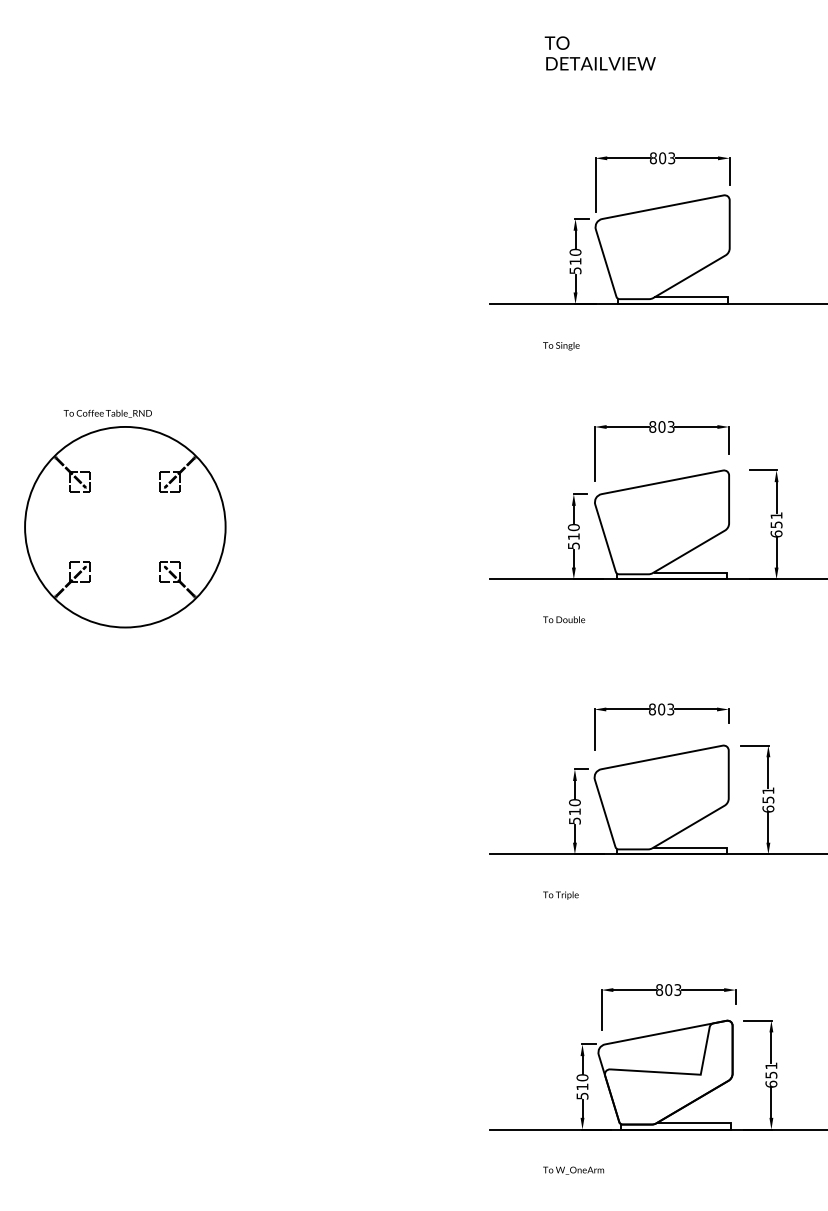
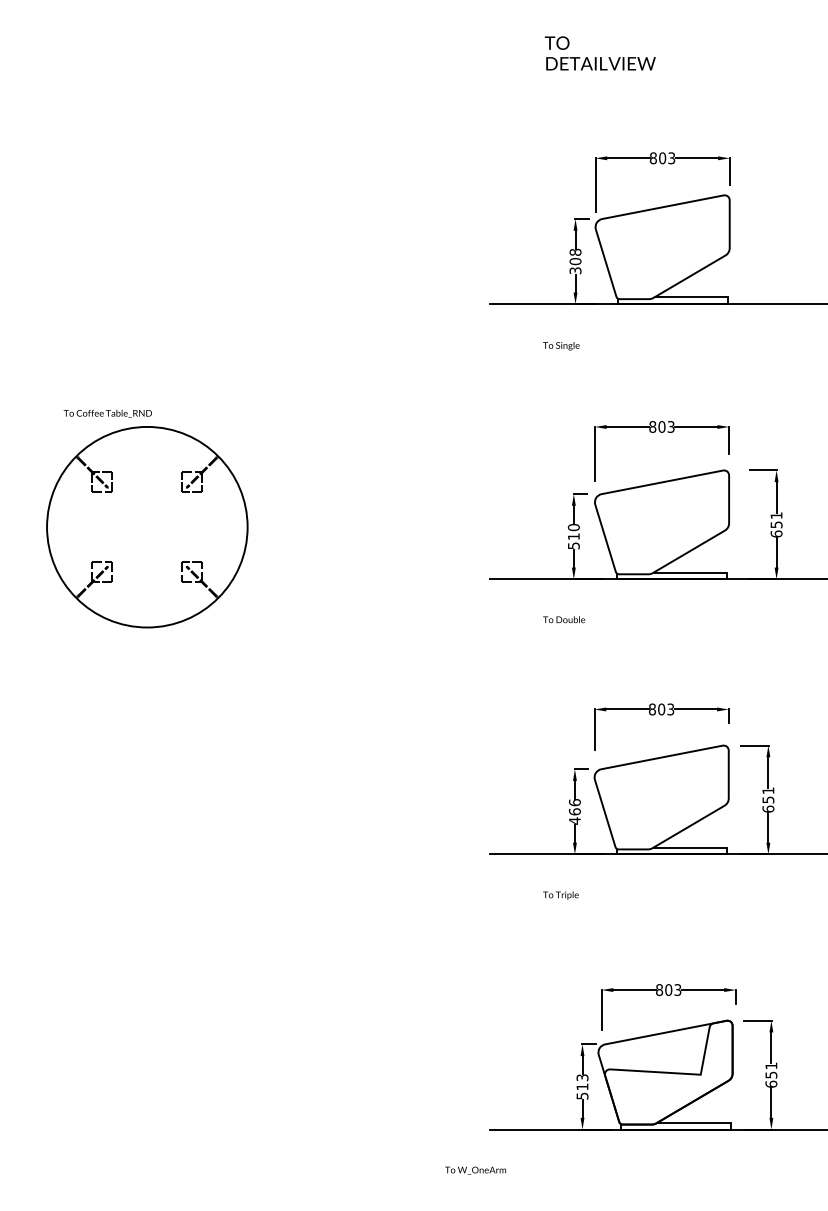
text at (575, 260): 510 -> 308
part at (125, 527) position: (125, 527) -> (147, 527)
text at (574, 811): 510 -> 466
text at (582, 1077): 510 -> 513
text at (573, 1170) position: (573, 1170) -> (475, 1170)
